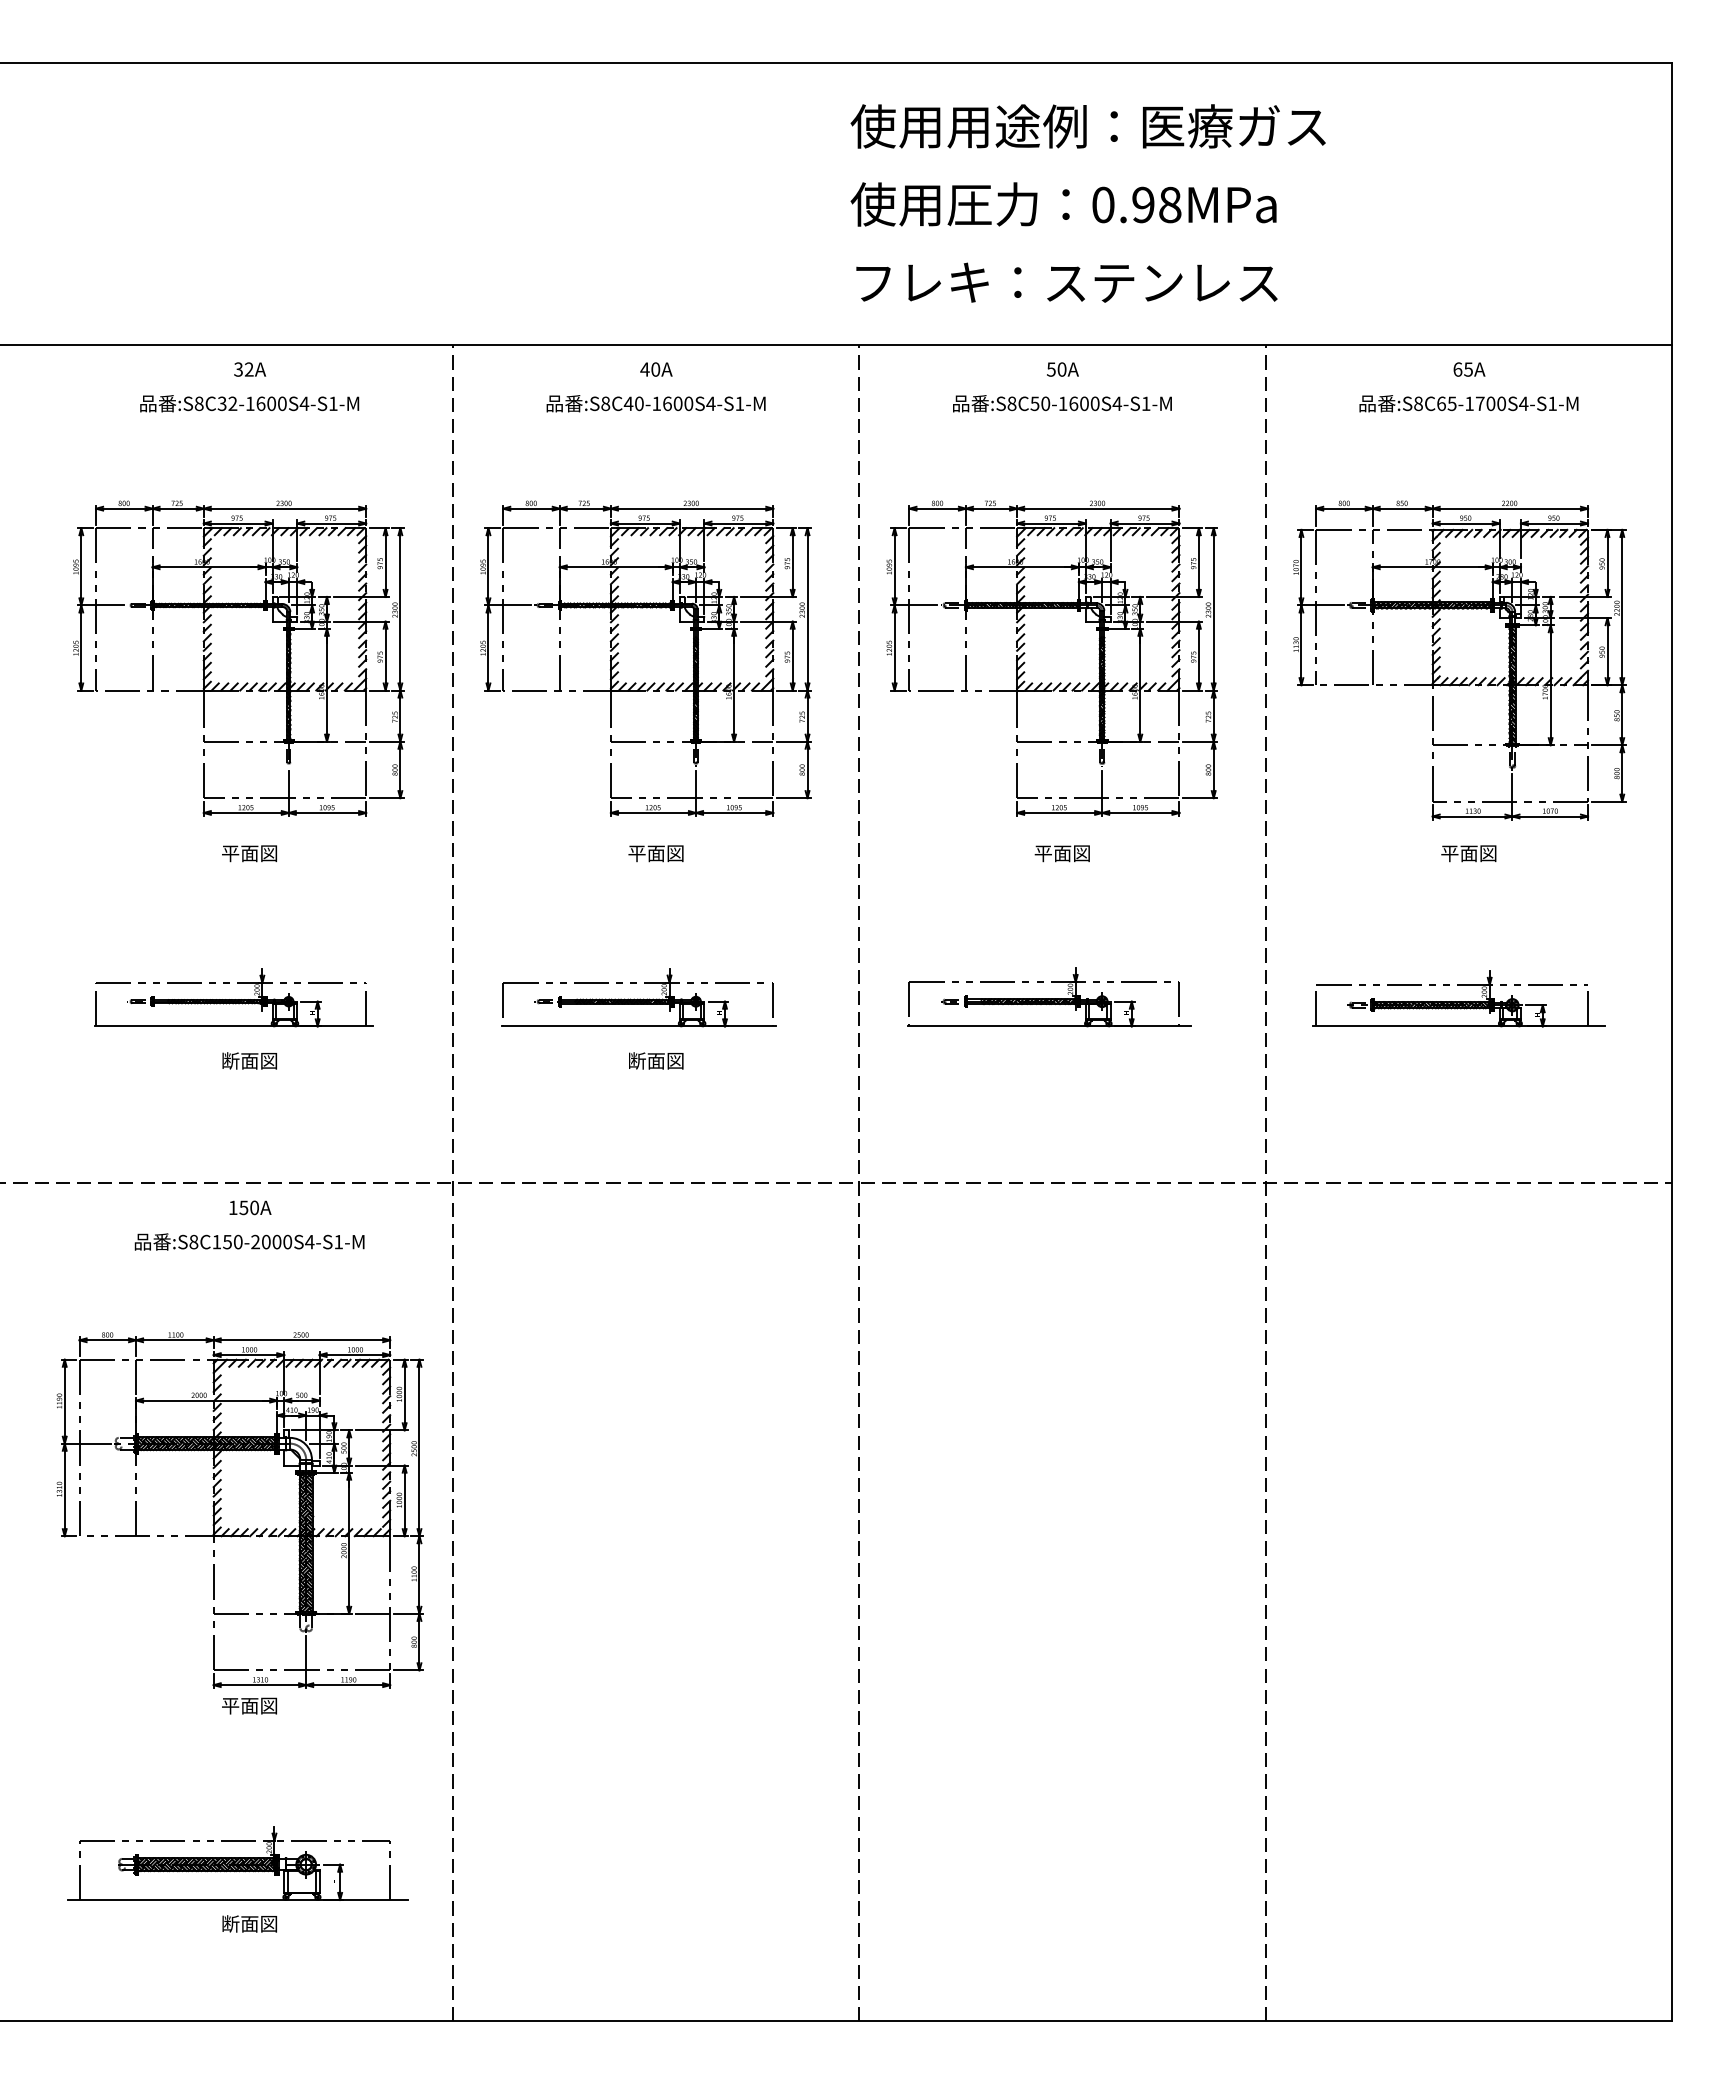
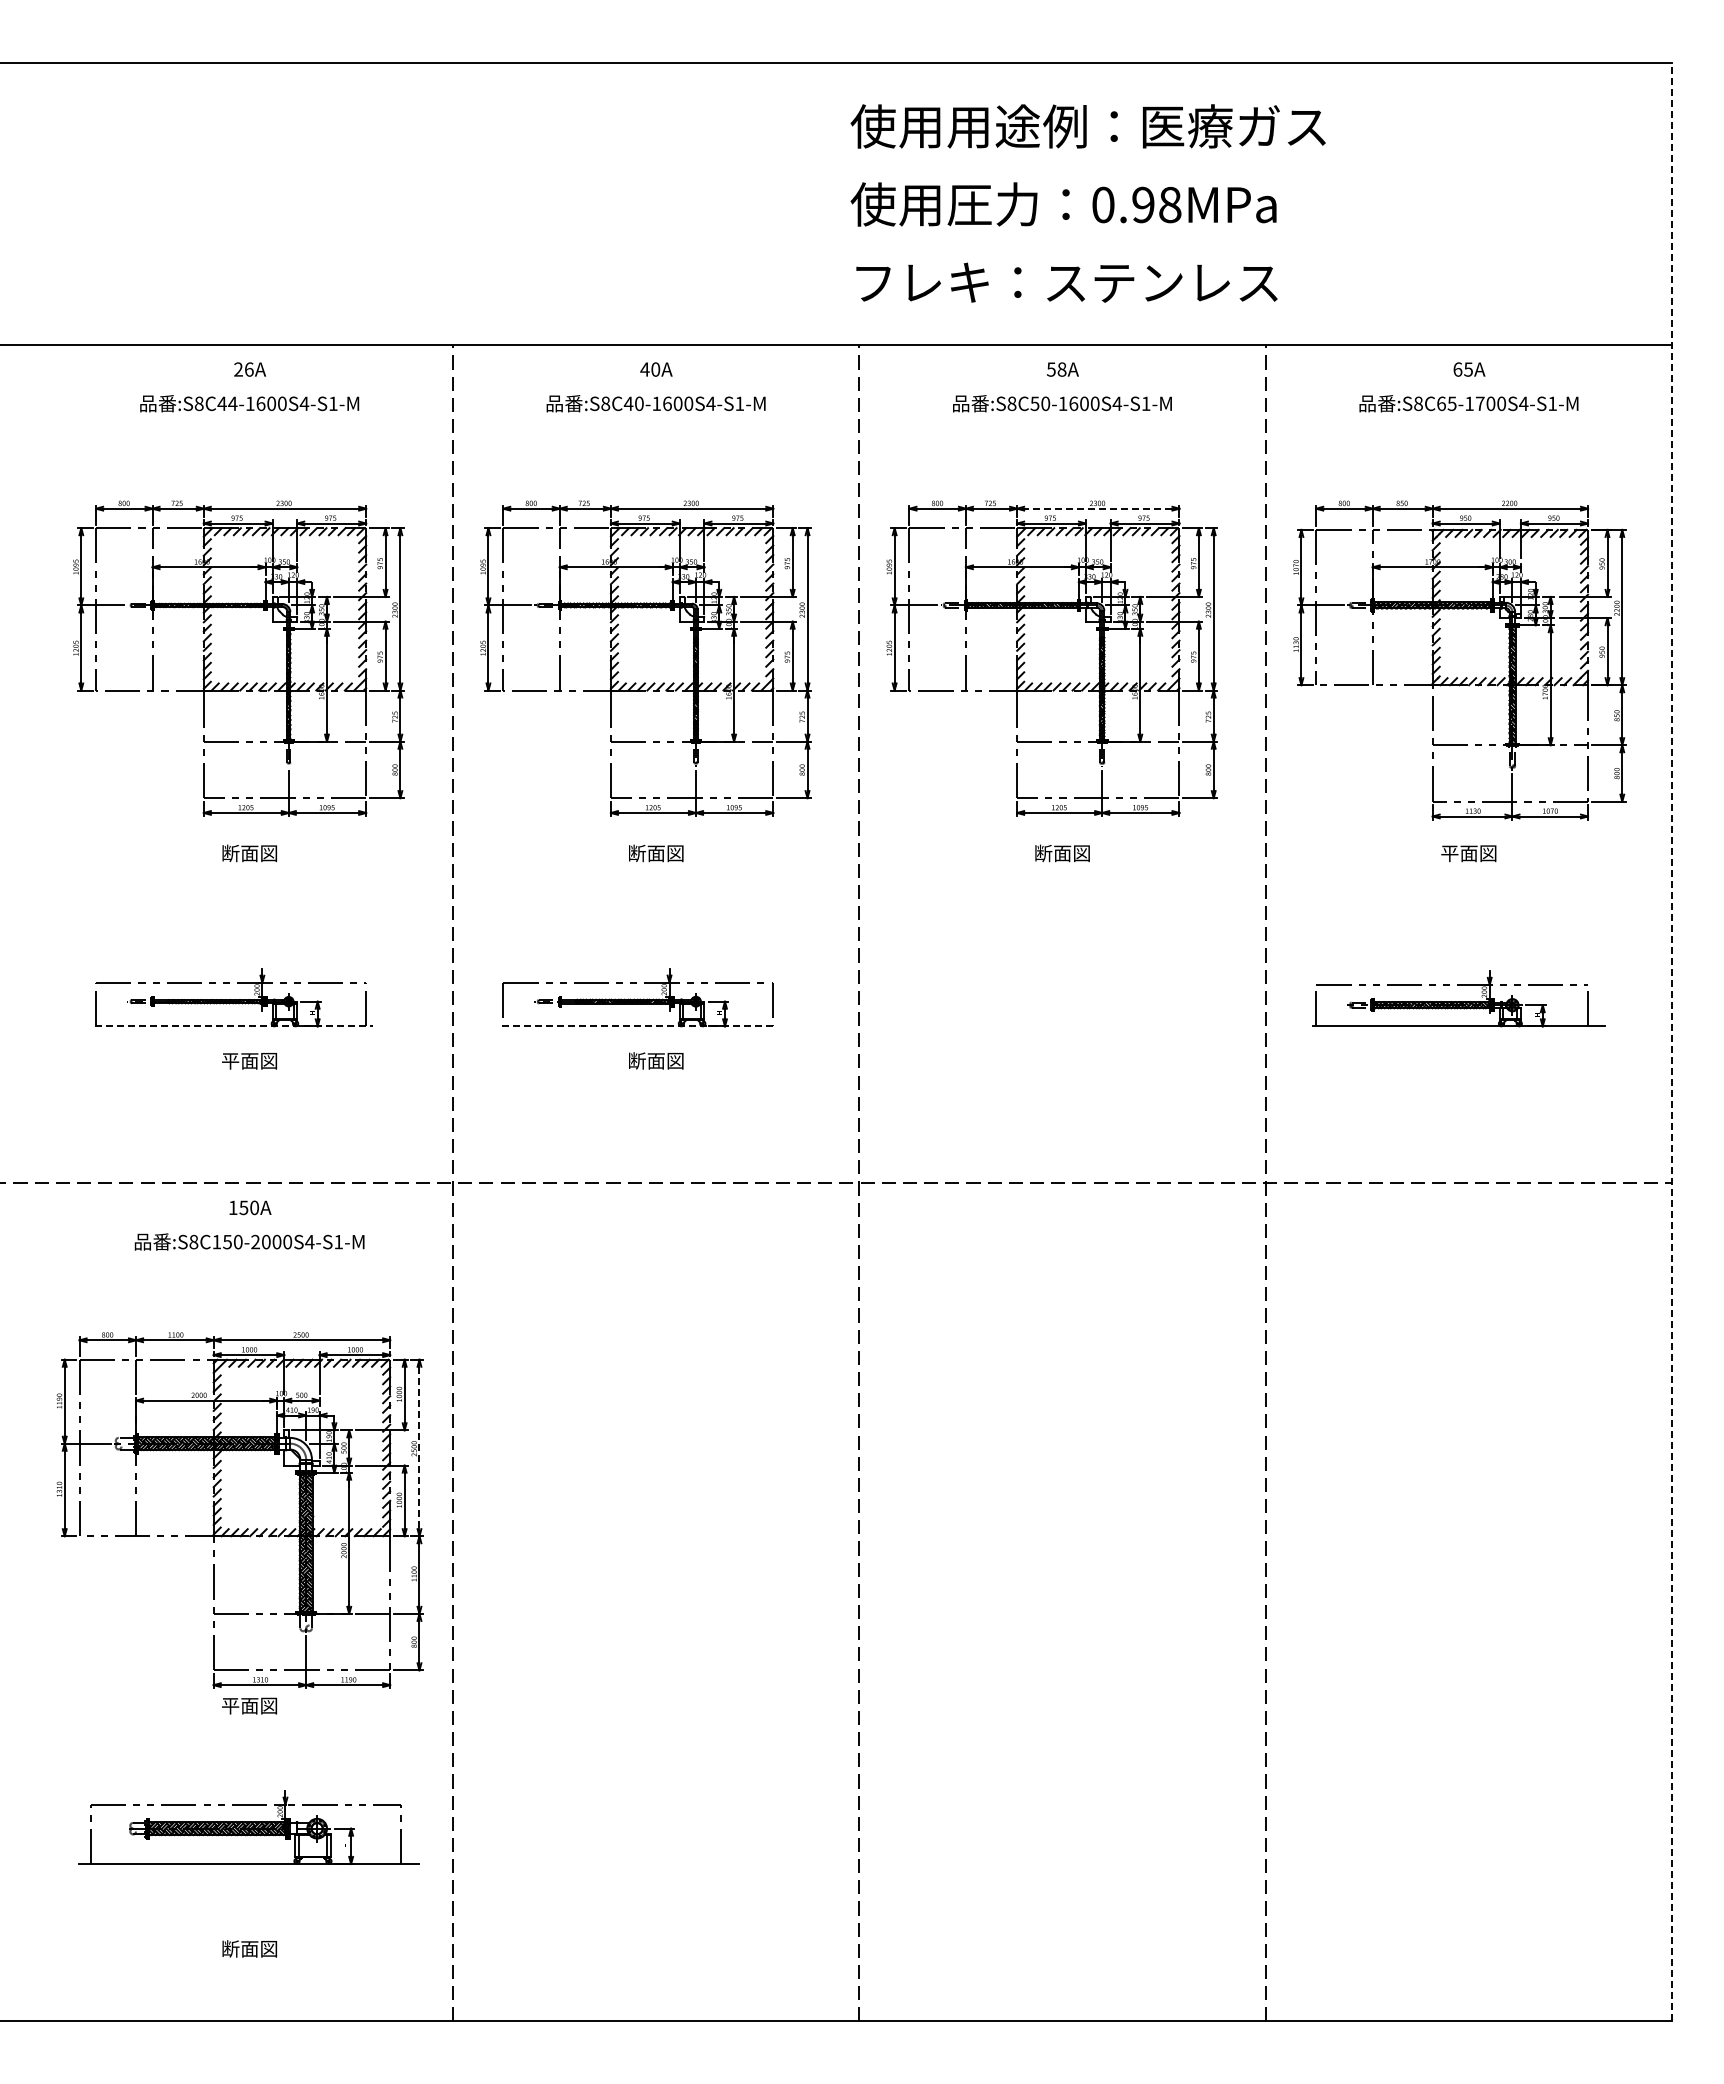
text at (243, 369): 32A -> 26A
text at (1061, 369): 50A -> 58A
text at (227, 403): :S8C32-1600S4-S1-M -> :S8C44-1600S4-S1-M
line at (1097, 508): solid -> dashed
text at (230, 853): 平面図 -> 断面図
text at (637, 853): 平面図 -> 断面図
text at (1043, 853): 平面図 -> 断面図
part at (1049, 997): present -> none
line at (234, 1026): solid -> dashed
line at (638, 1026): solid -> dashed
line at (1672, 1041): solid -> dashed
text at (230, 1060): 断面図 -> 平面図
line at (419, 1448): solid -> dashed
part at (237, 1863) position: (237, 1863) -> (248, 1827)
text at (249, 1923) position: (249, 1923) -> (249, 1948)
